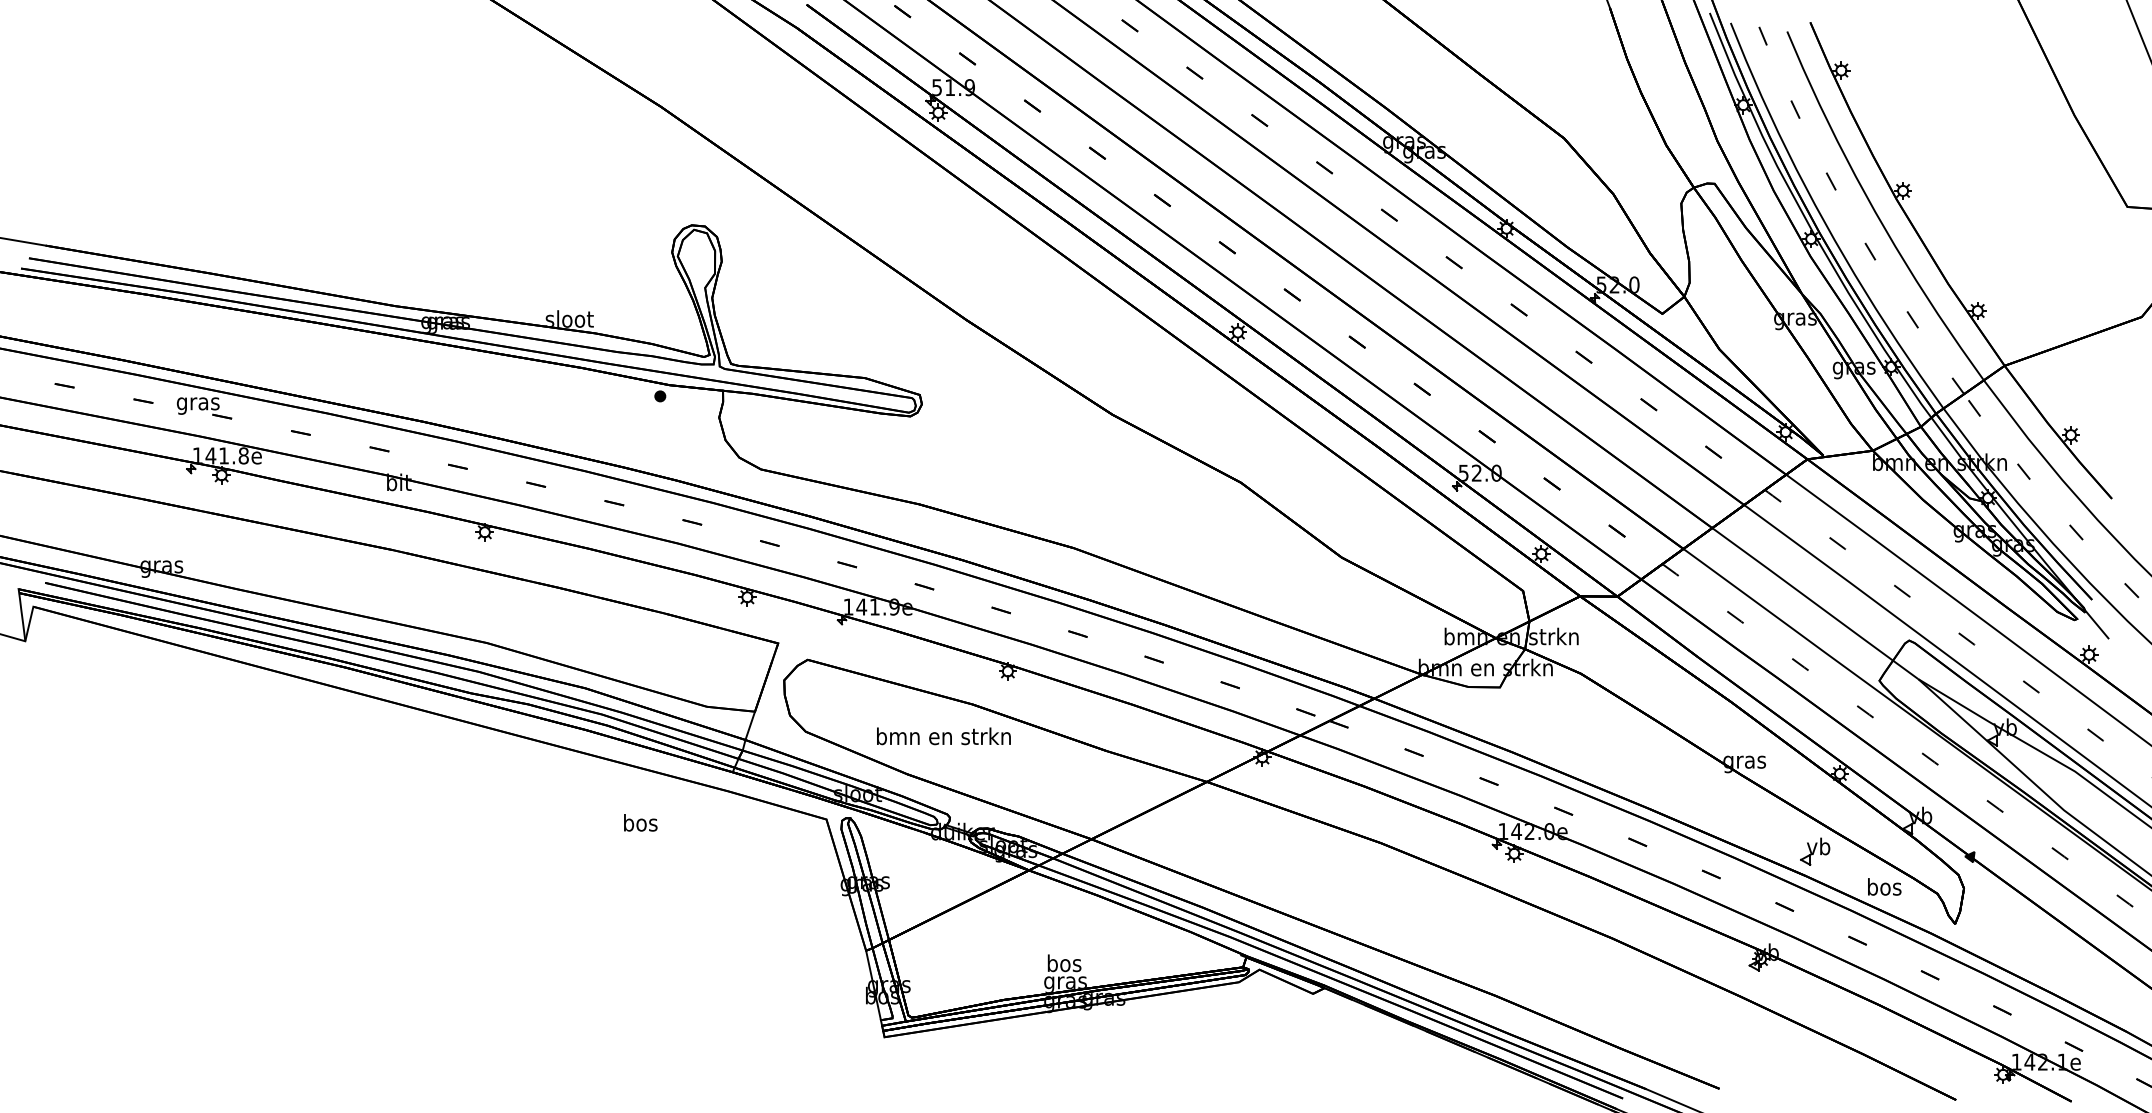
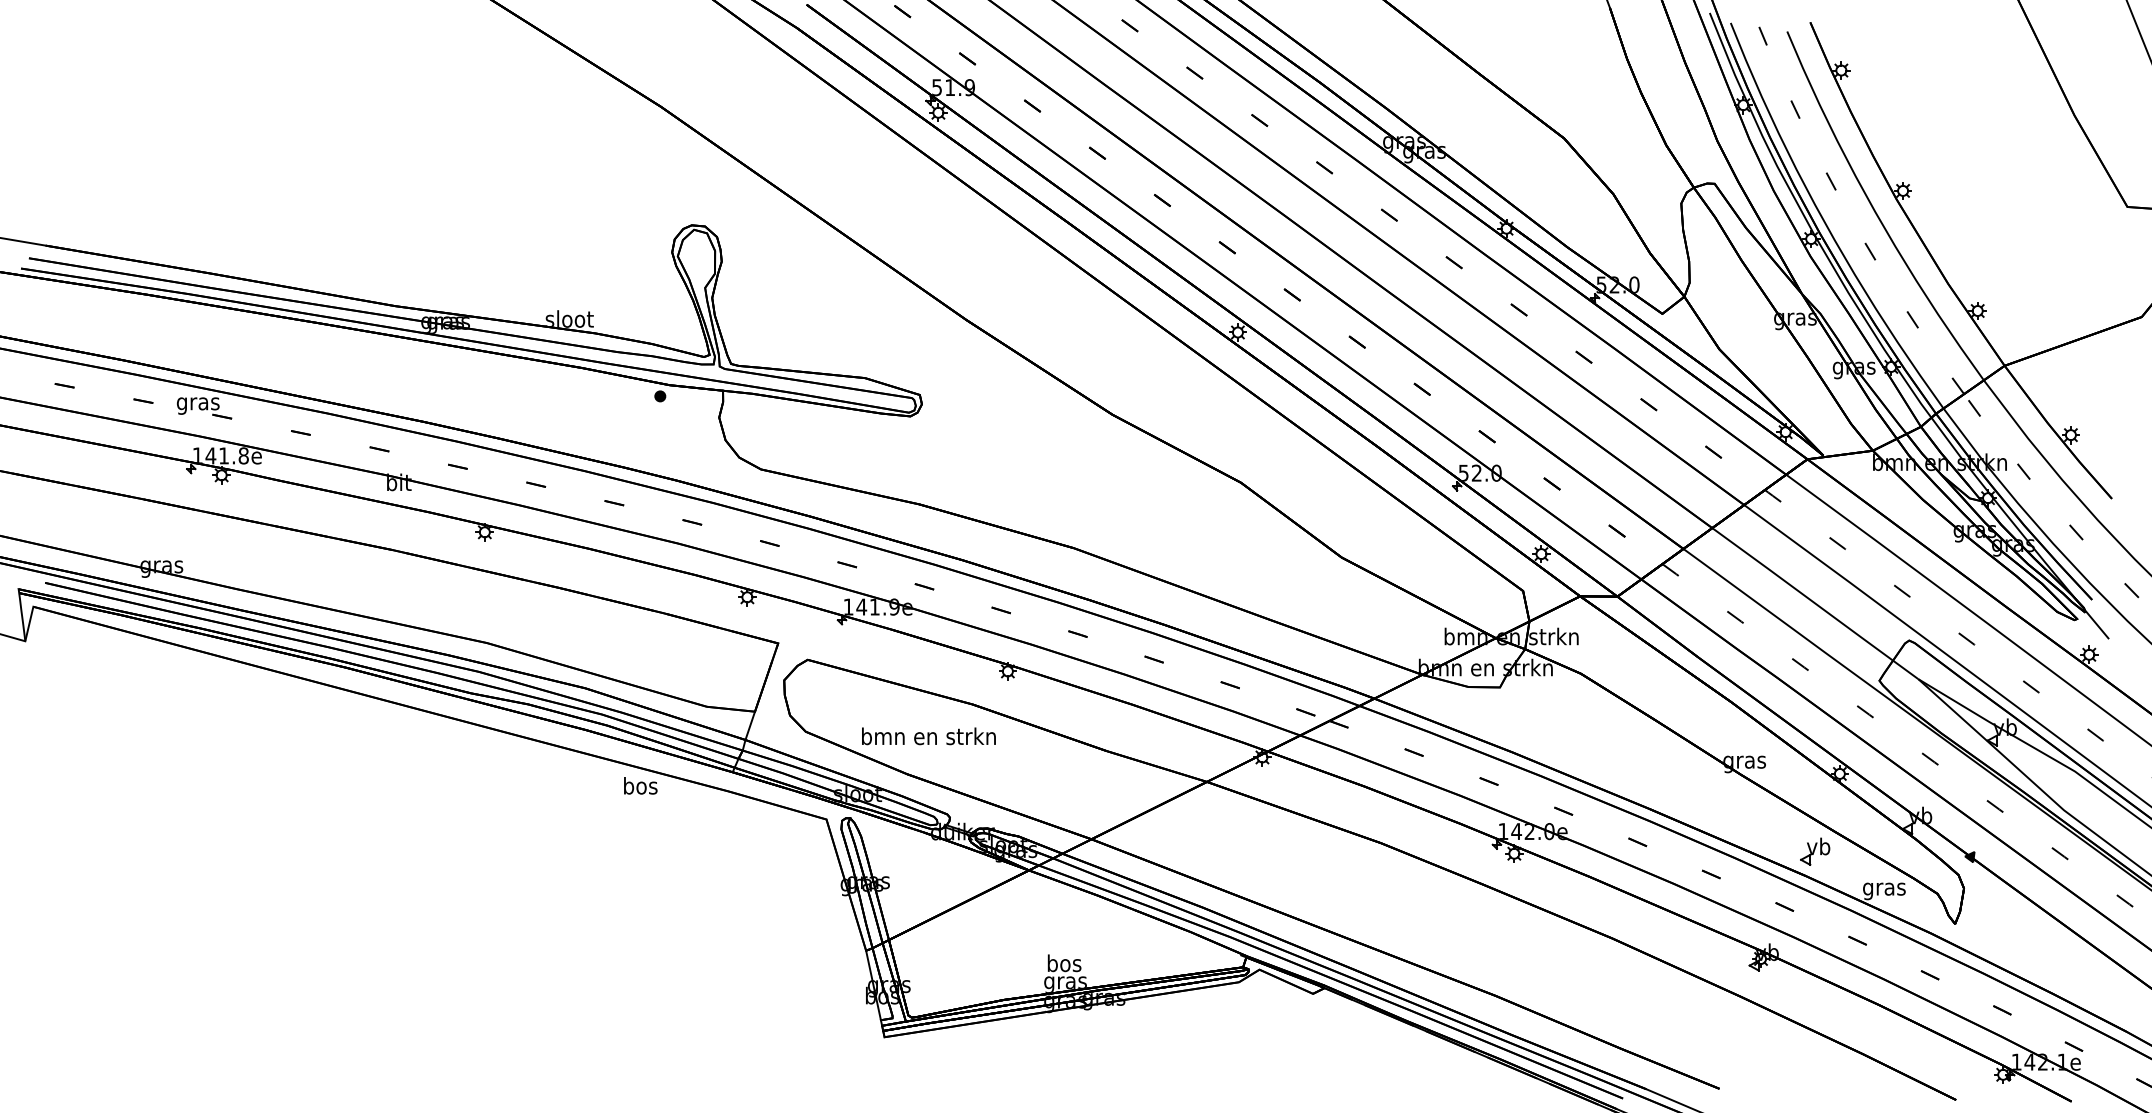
text at (943, 736) position: (943, 736) -> (928, 736)
text at (640, 822) position: (640, 822) -> (640, 785)
text at (1884, 889): bos -> gras
